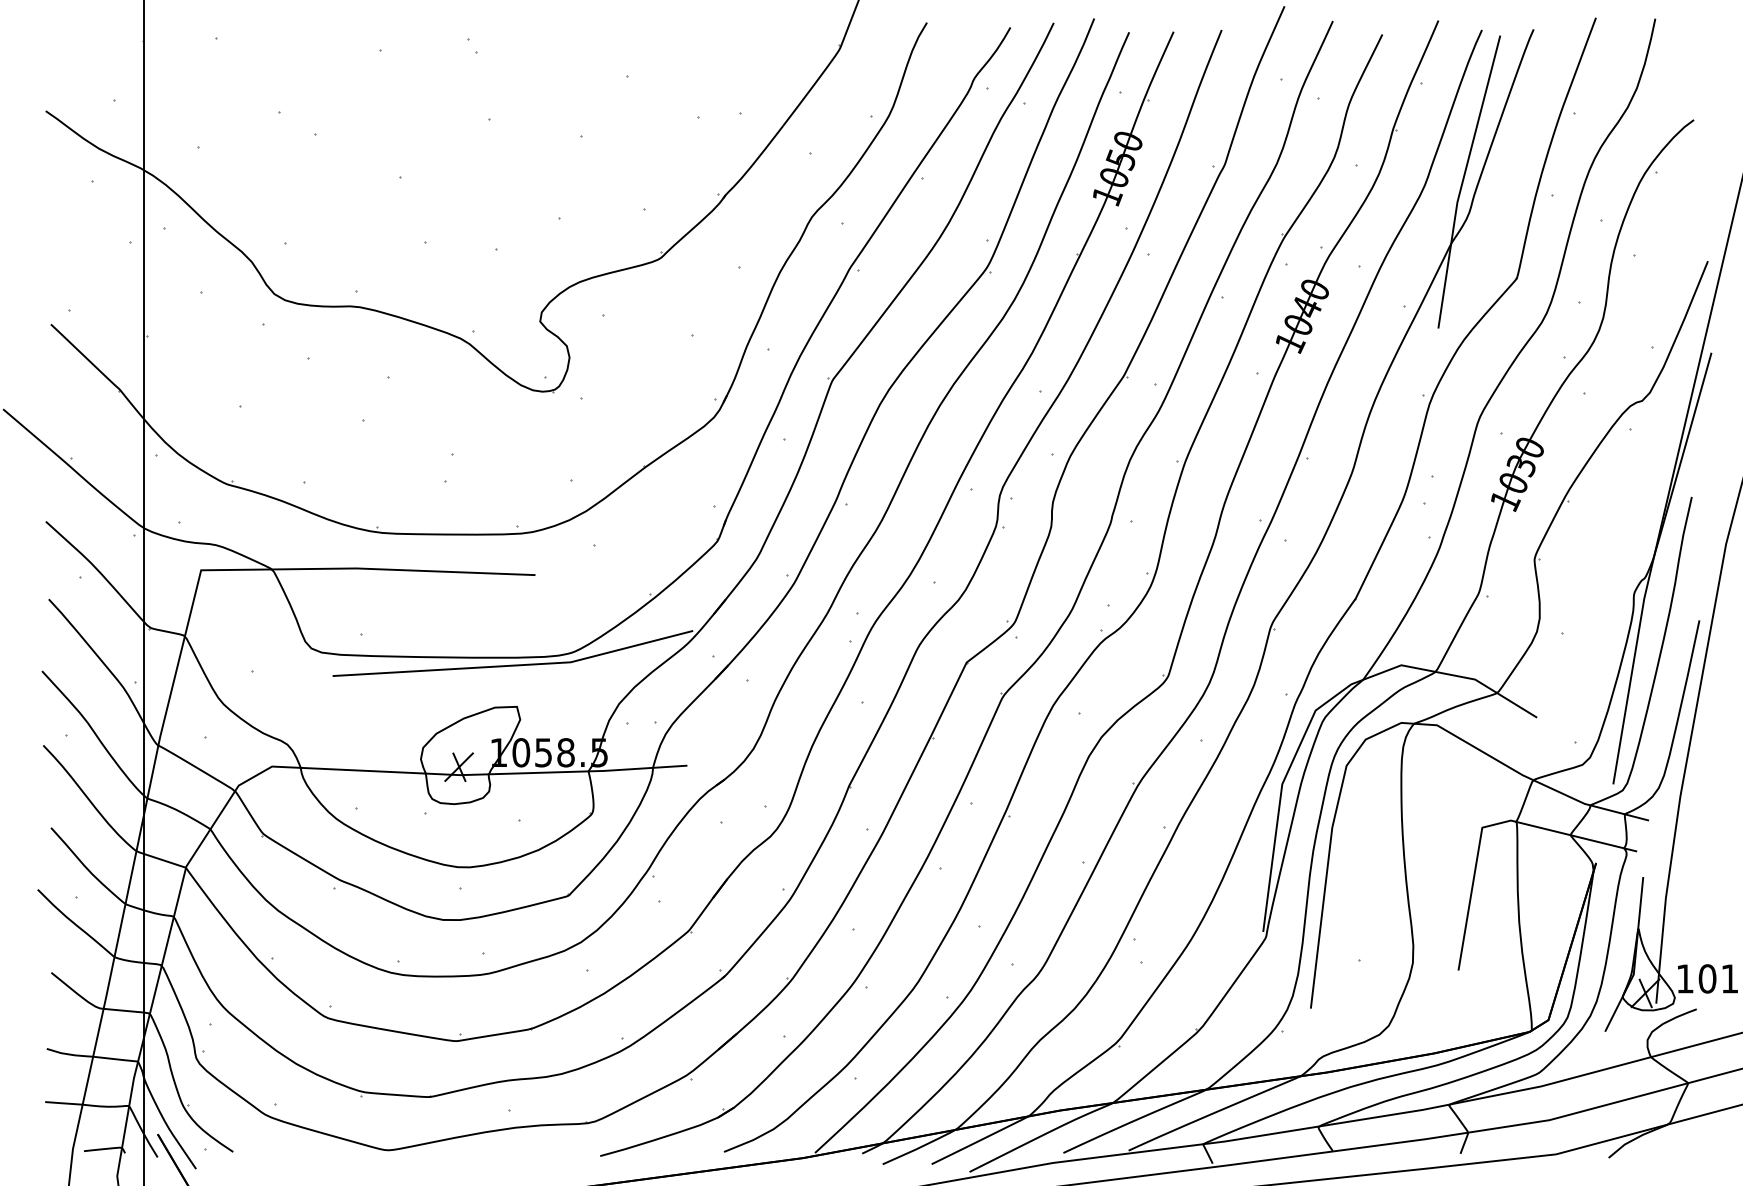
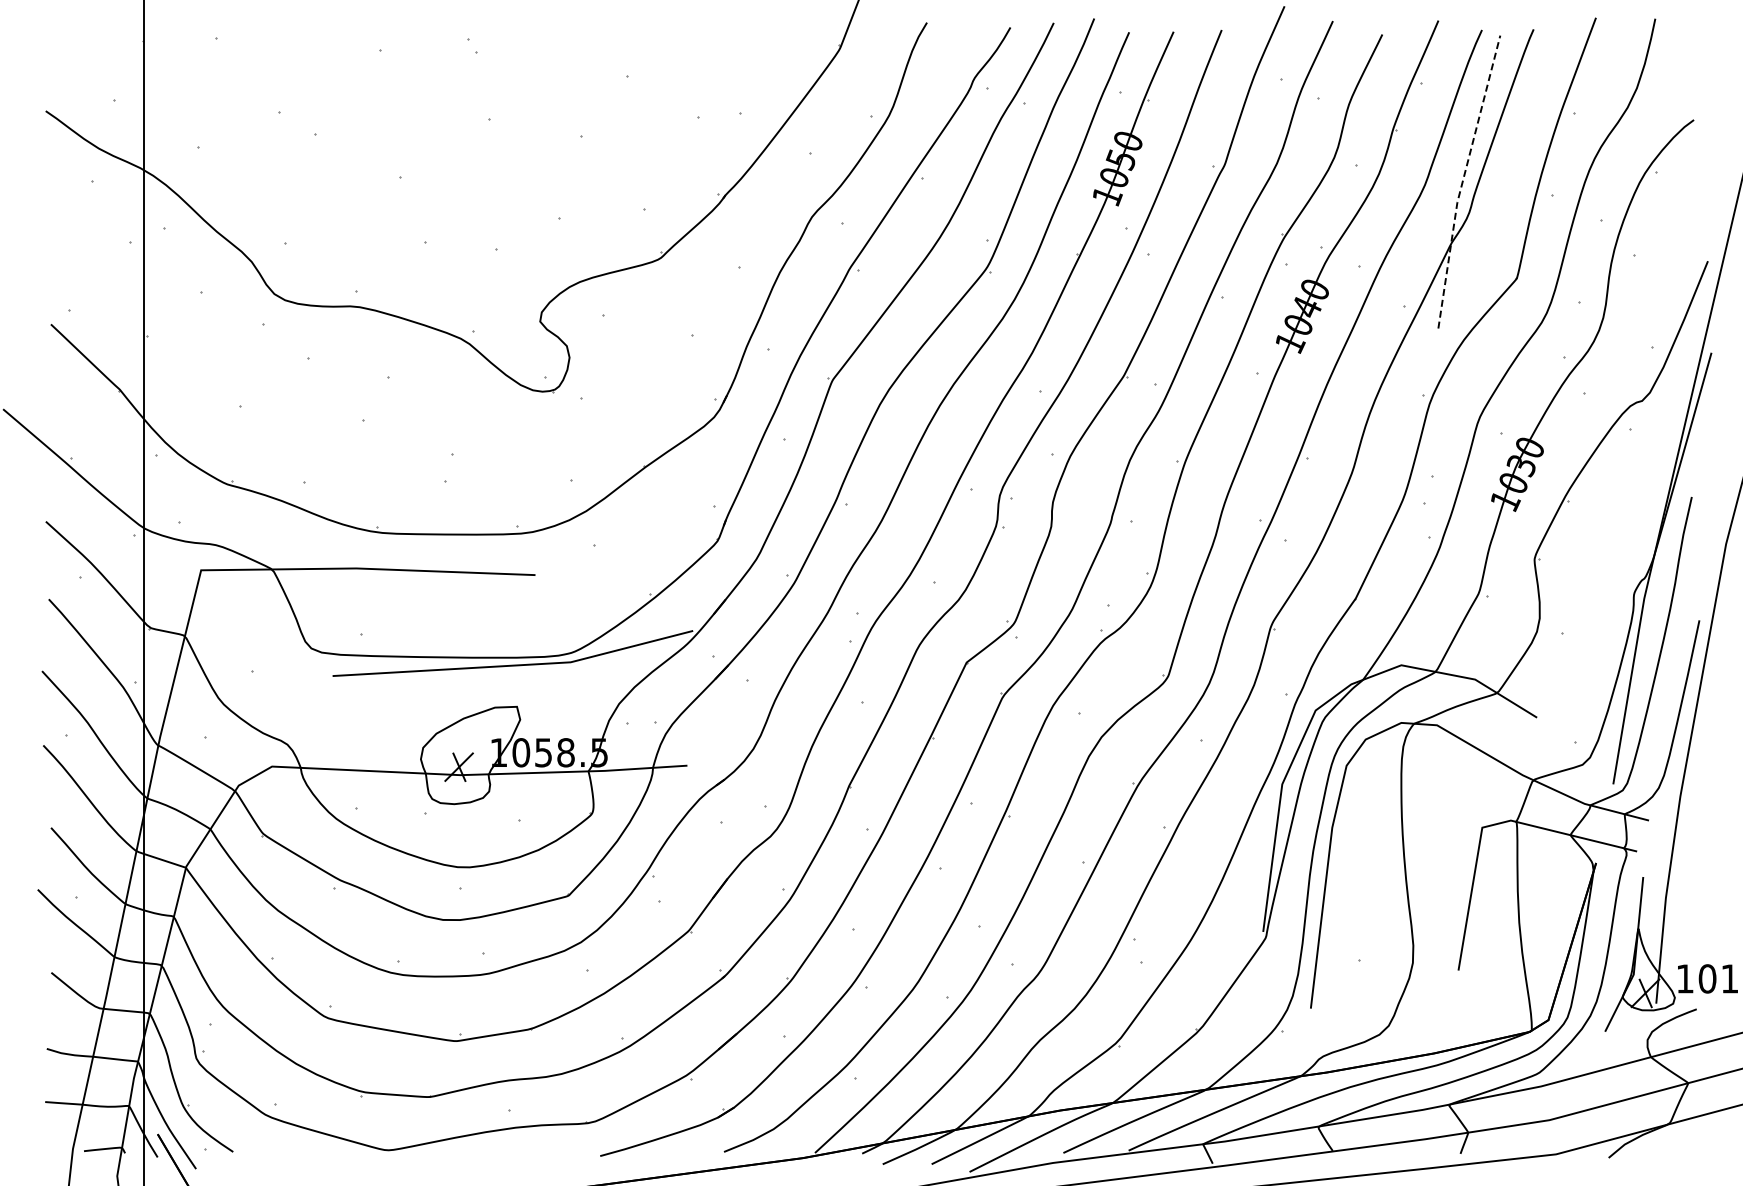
line at (1462, 181): solid -> dashed
